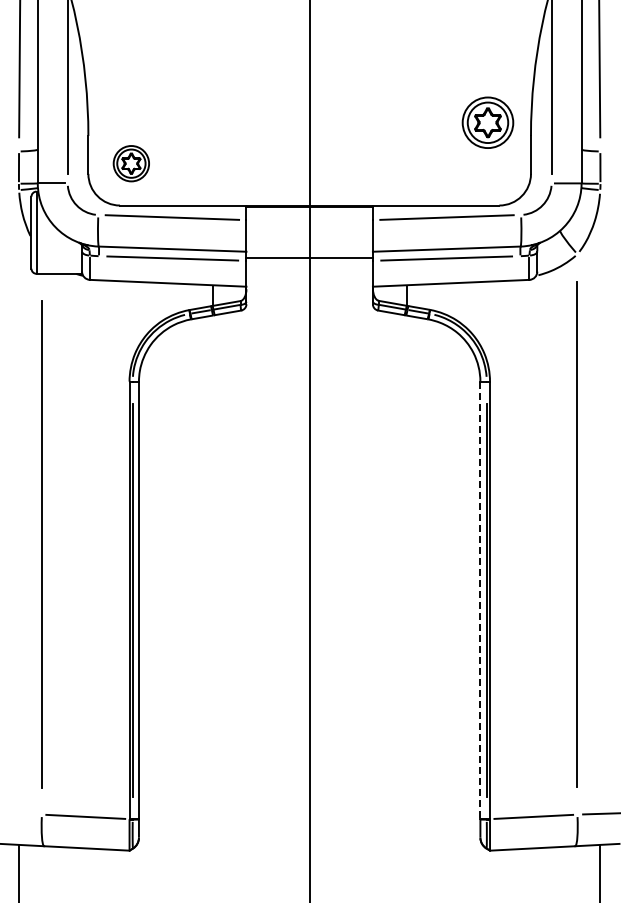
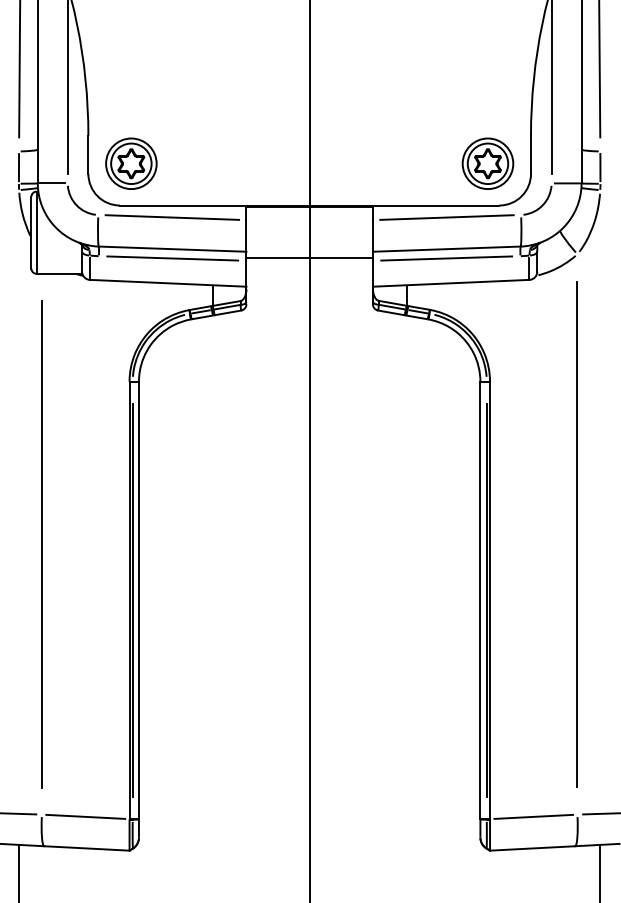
part at (487, 122) position: (487, 122) -> (487, 163)
part at (130, 163) size: 38x38 px -> 53x53 px
line at (480, 600): dashed -> solid
line at (19, 813): none -> present
